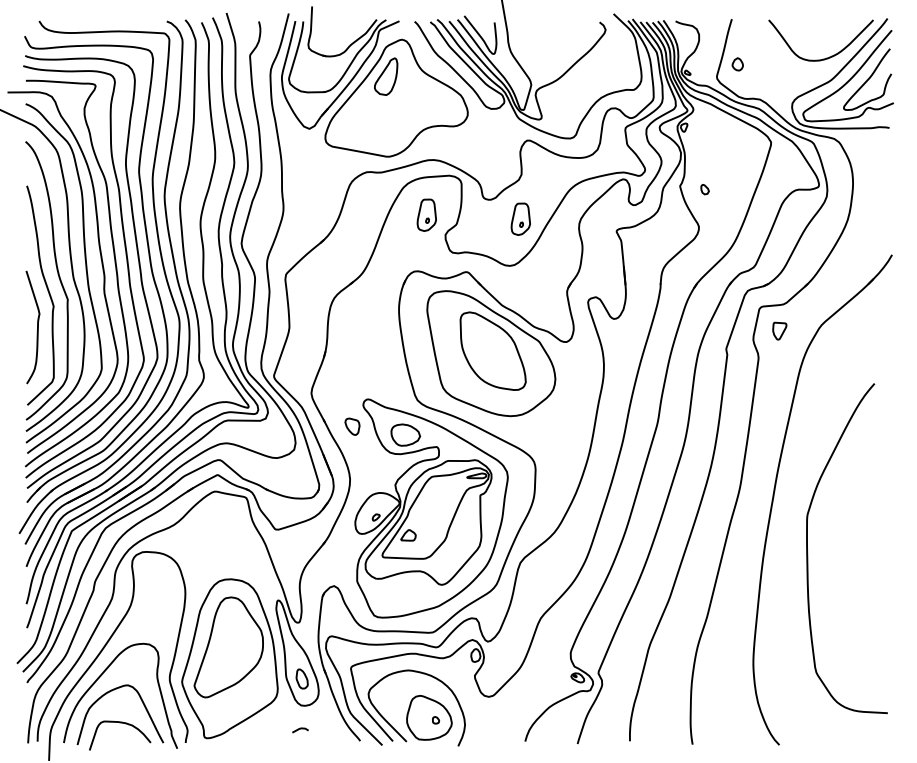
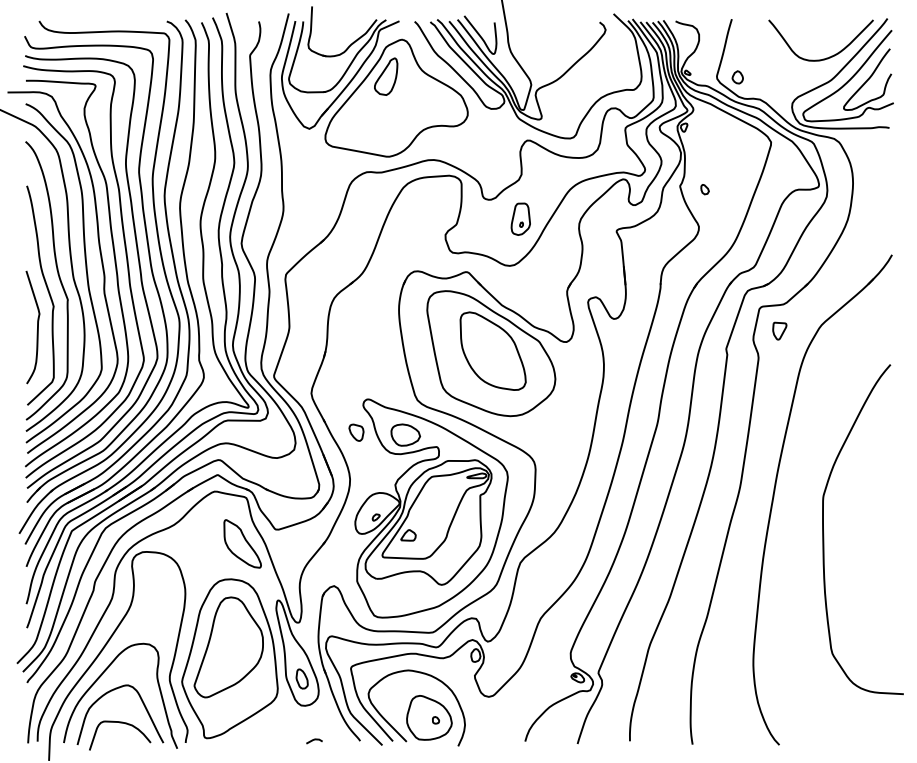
part at (737, 64) position: (737, 64) -> (737, 77)
part at (426, 214): present -> none
part at (352, 426) position: (352, 426) -> (356, 432)
part at (242, 543): none -> present
curve at (808, 553) position: (808, 553) -> (824, 534)
line at (300, 729) position: (300, 729) -> (314, 740)
